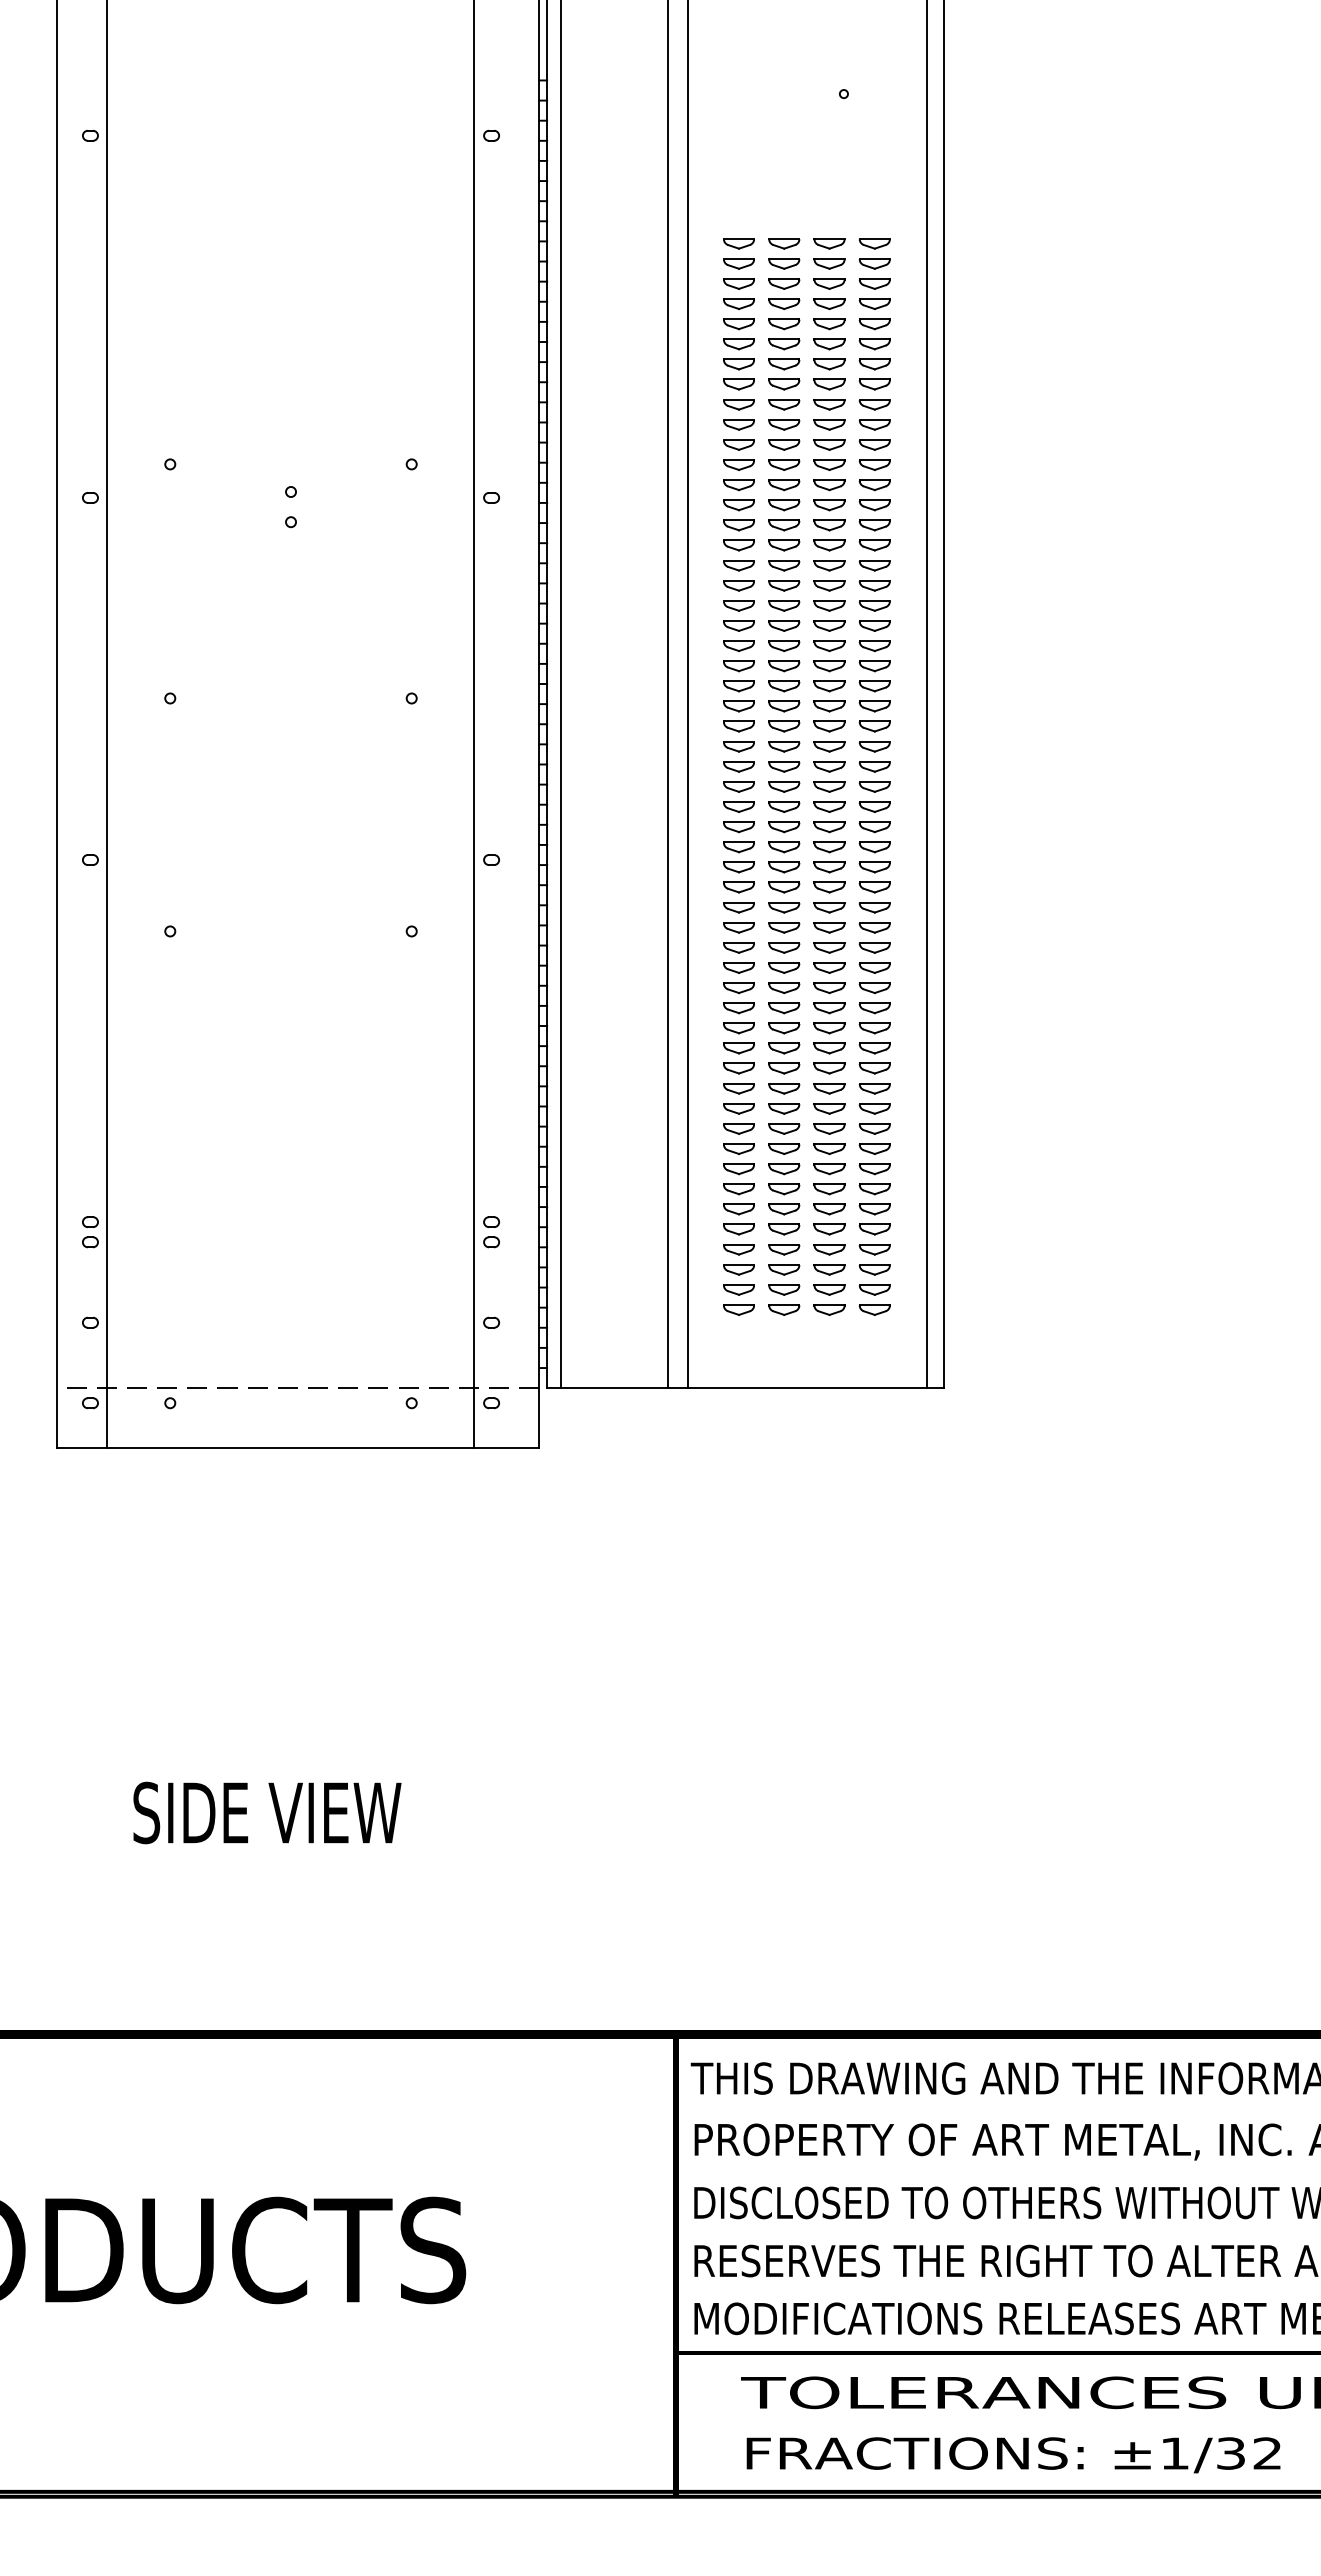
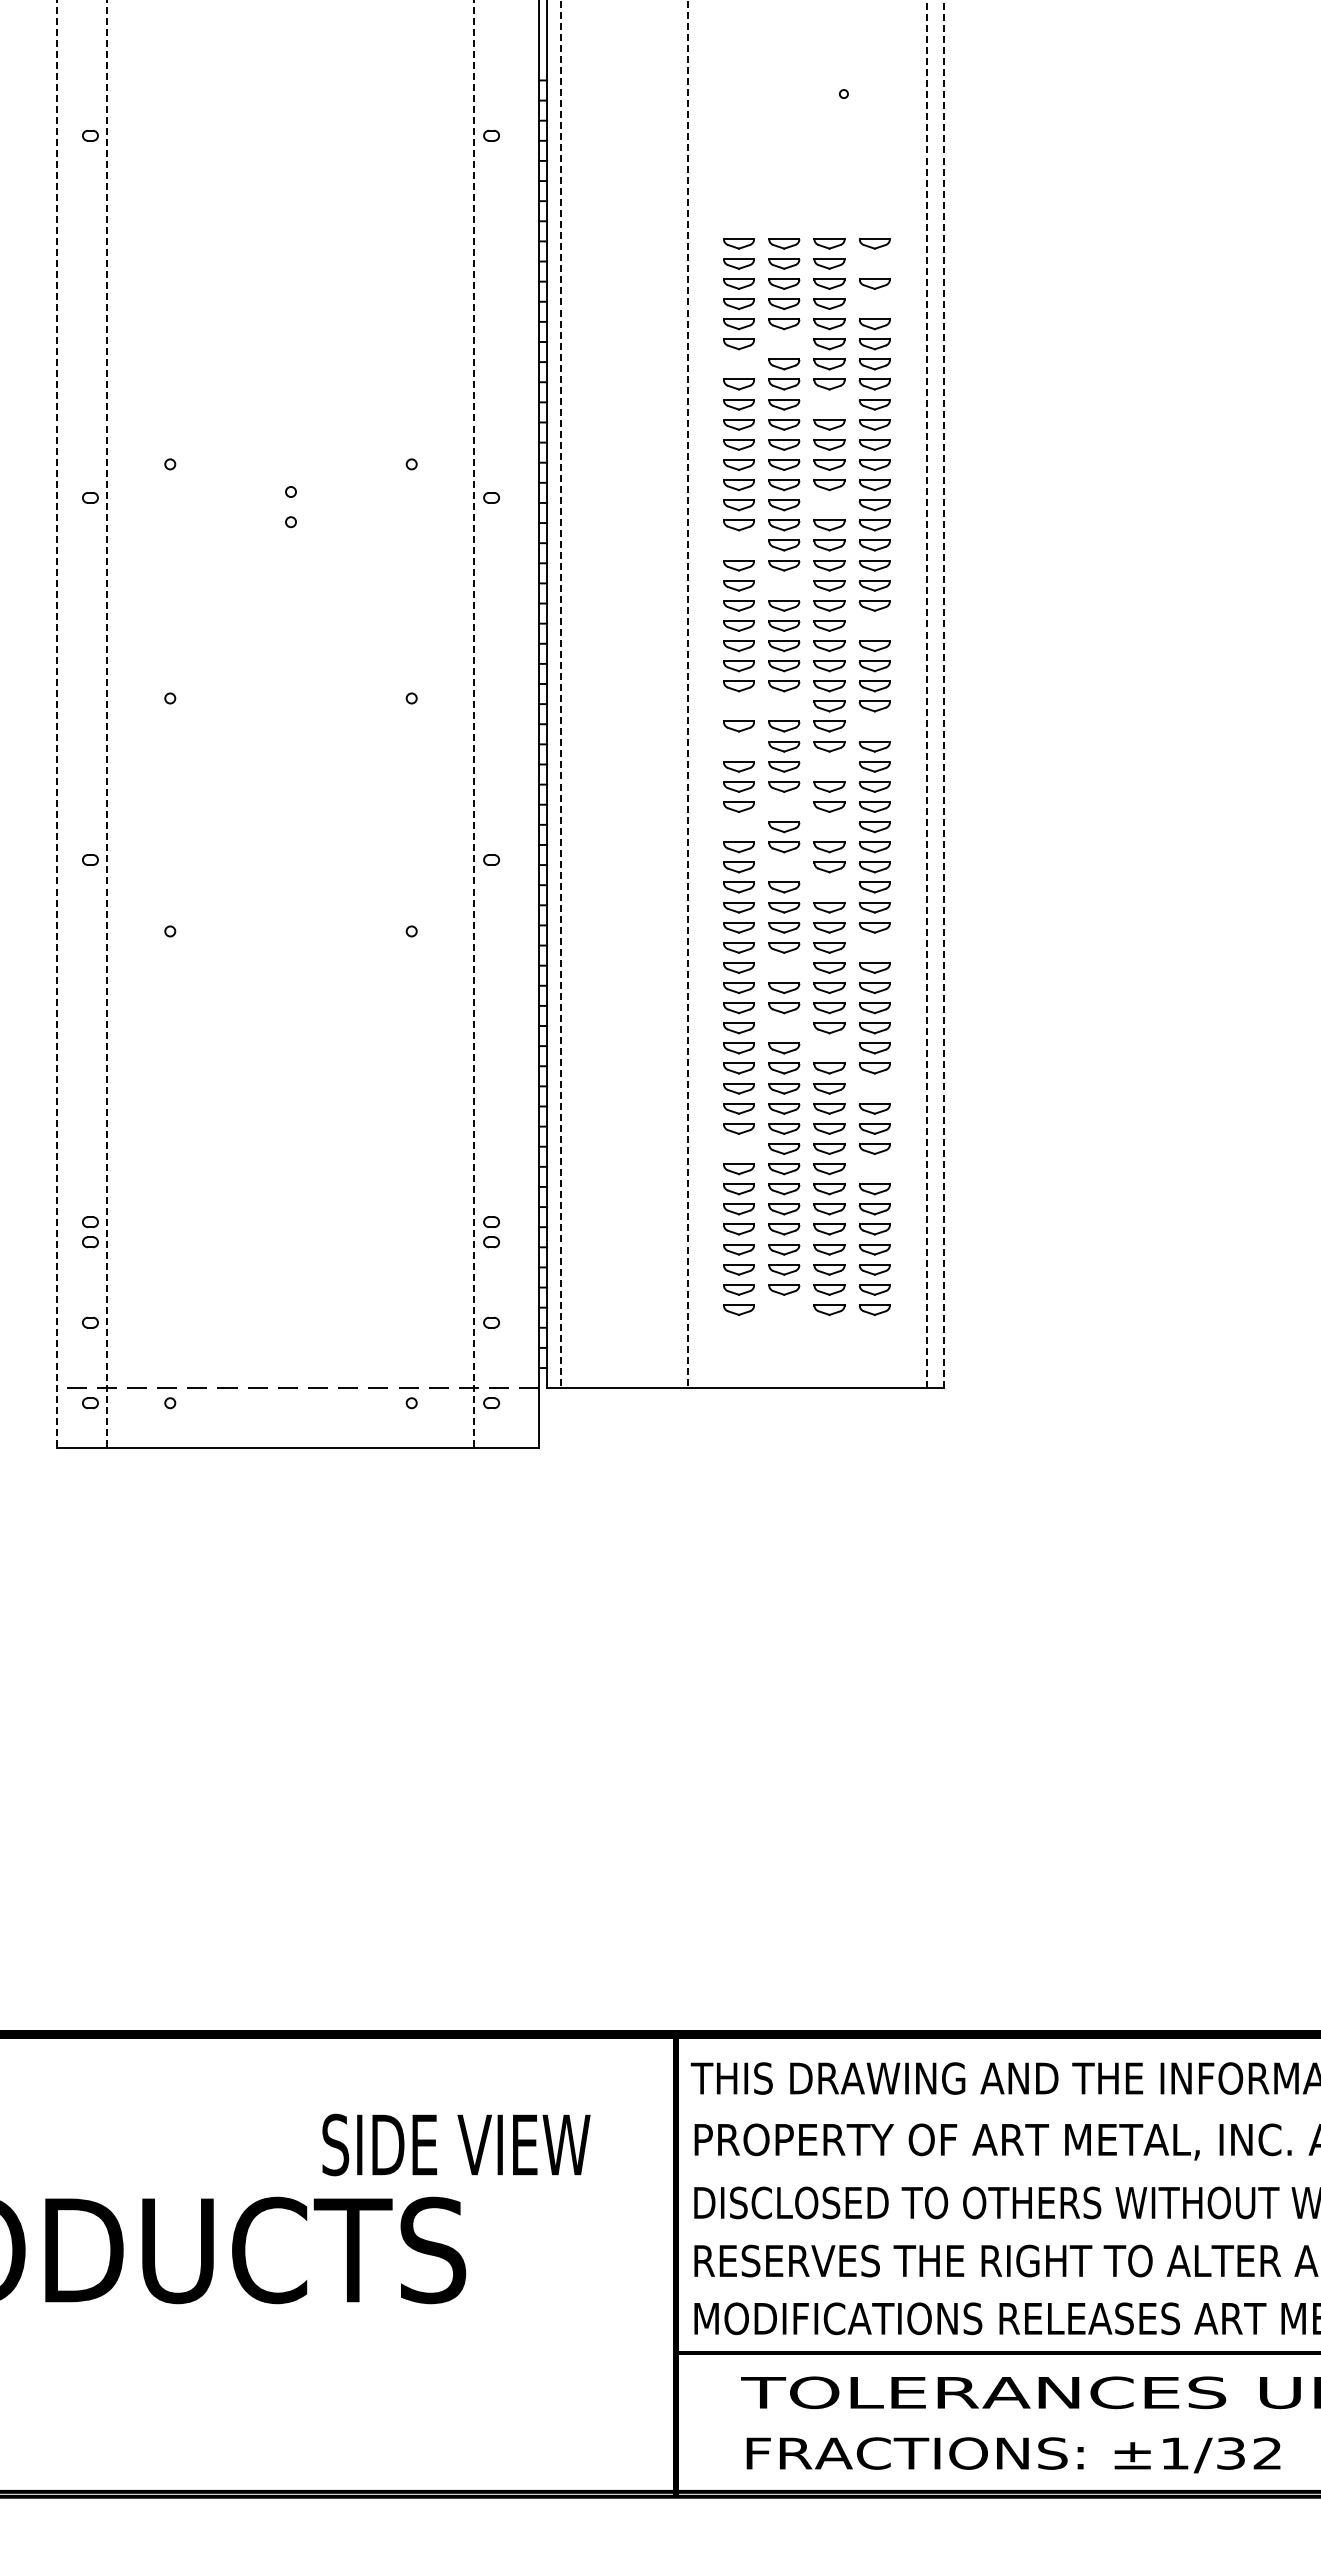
part at (874, 263): present -> none
part at (874, 303): present -> none
part at (784, 344): present -> none
part at (738, 364): present -> none
part at (829, 404): present -> none
part at (829, 505): present -> none
part at (738, 545): present -> none
part at (784, 585): present -> none
part at (874, 625): present -> none
line at (560, 694): solid -> dashed
line at (687, 694): solid -> dashed
line at (927, 694): solid -> dashed
line at (944, 694): solid -> dashed
line at (667, 695): present -> none
part at (738, 706): present -> none
part at (784, 706): present -> none
line at (57, 724): solid -> dashed
line at (107, 724): solid -> dashed
line at (473, 724): solid -> dashed
part at (874, 726): present -> none
part at (738, 746): present -> none
part at (829, 766): present -> none
part at (784, 806): present -> none
part at (738, 827): present -> none
part at (829, 827): present -> none
part at (784, 867): present -> none
part at (829, 887): present -> none
part at (874, 947): present -> none
part at (784, 967): present -> none
part at (784, 1028): present -> none
part at (829, 1048): present -> none
part at (874, 1088): present -> none
part at (738, 1148): present -> none
part at (874, 1169): present -> none
part at (784, 1309): present -> none
text at (267, 1812) position: (267, 1812) -> (456, 2144)
